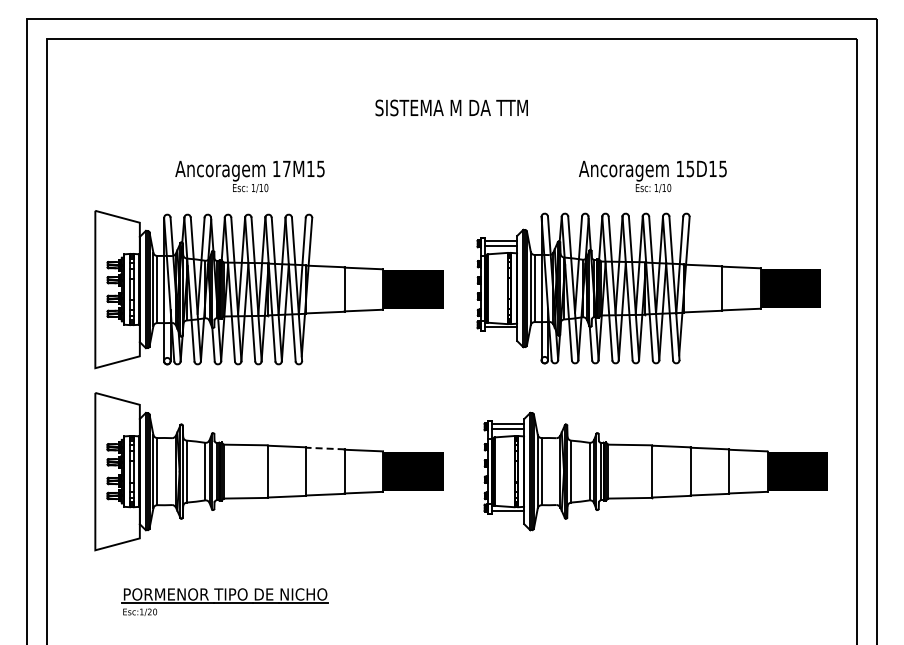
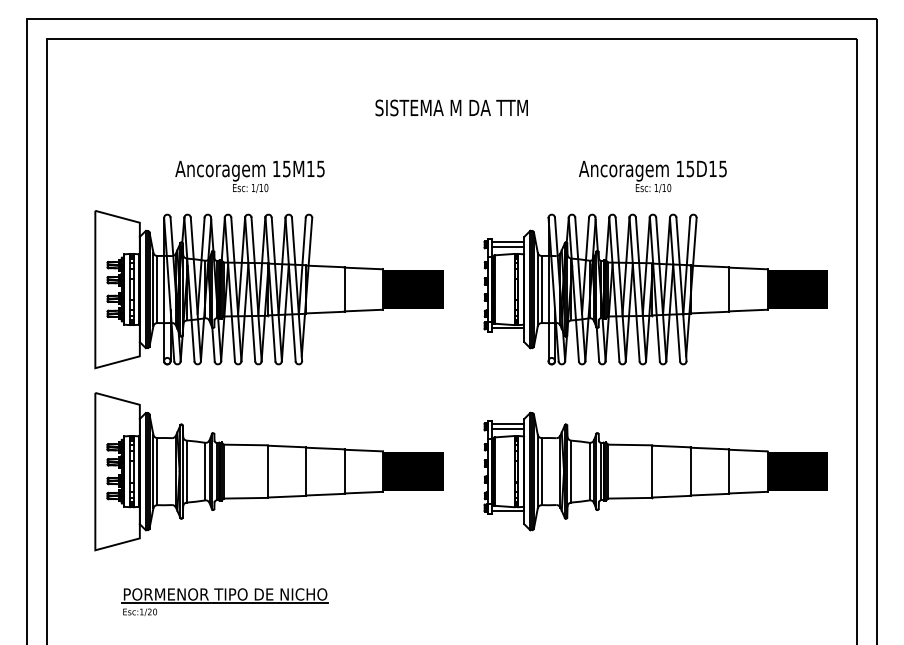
text at (286, 169): 17M15 -> 15M15
part at (648, 288) position: (648, 288) -> (655, 289)
line at (324, 448): dashed -> solid
